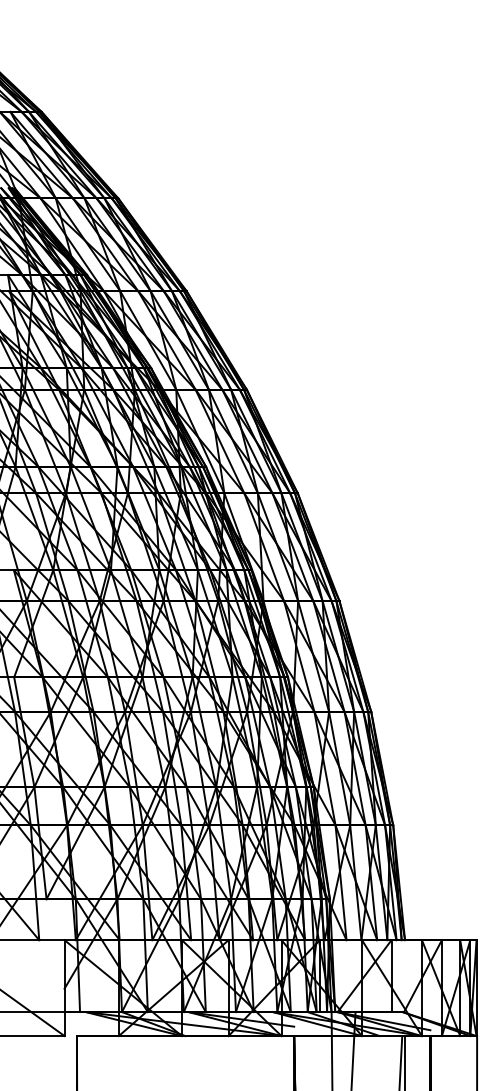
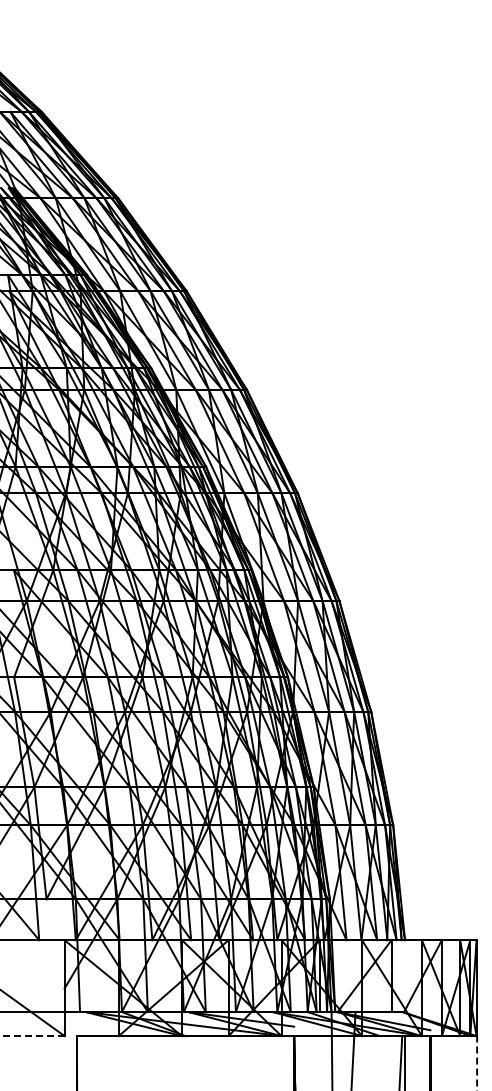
line at (32, 1036): solid -> dashed
line at (477, 1063): solid -> dashed
